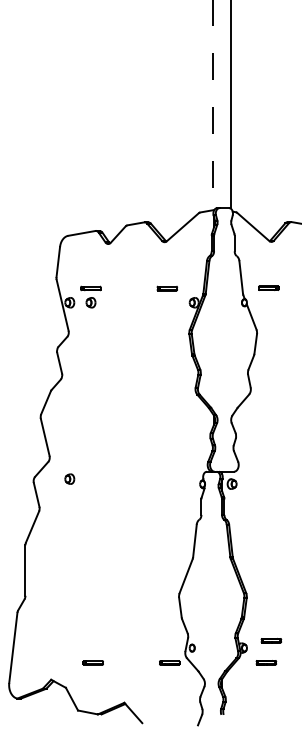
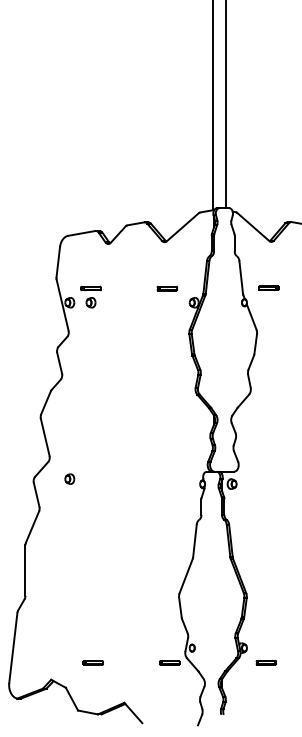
line at (212, 105): dashed -> solid
line at (231, 105) position: (231, 105) -> (226, 105)
part at (271, 640): present -> none
